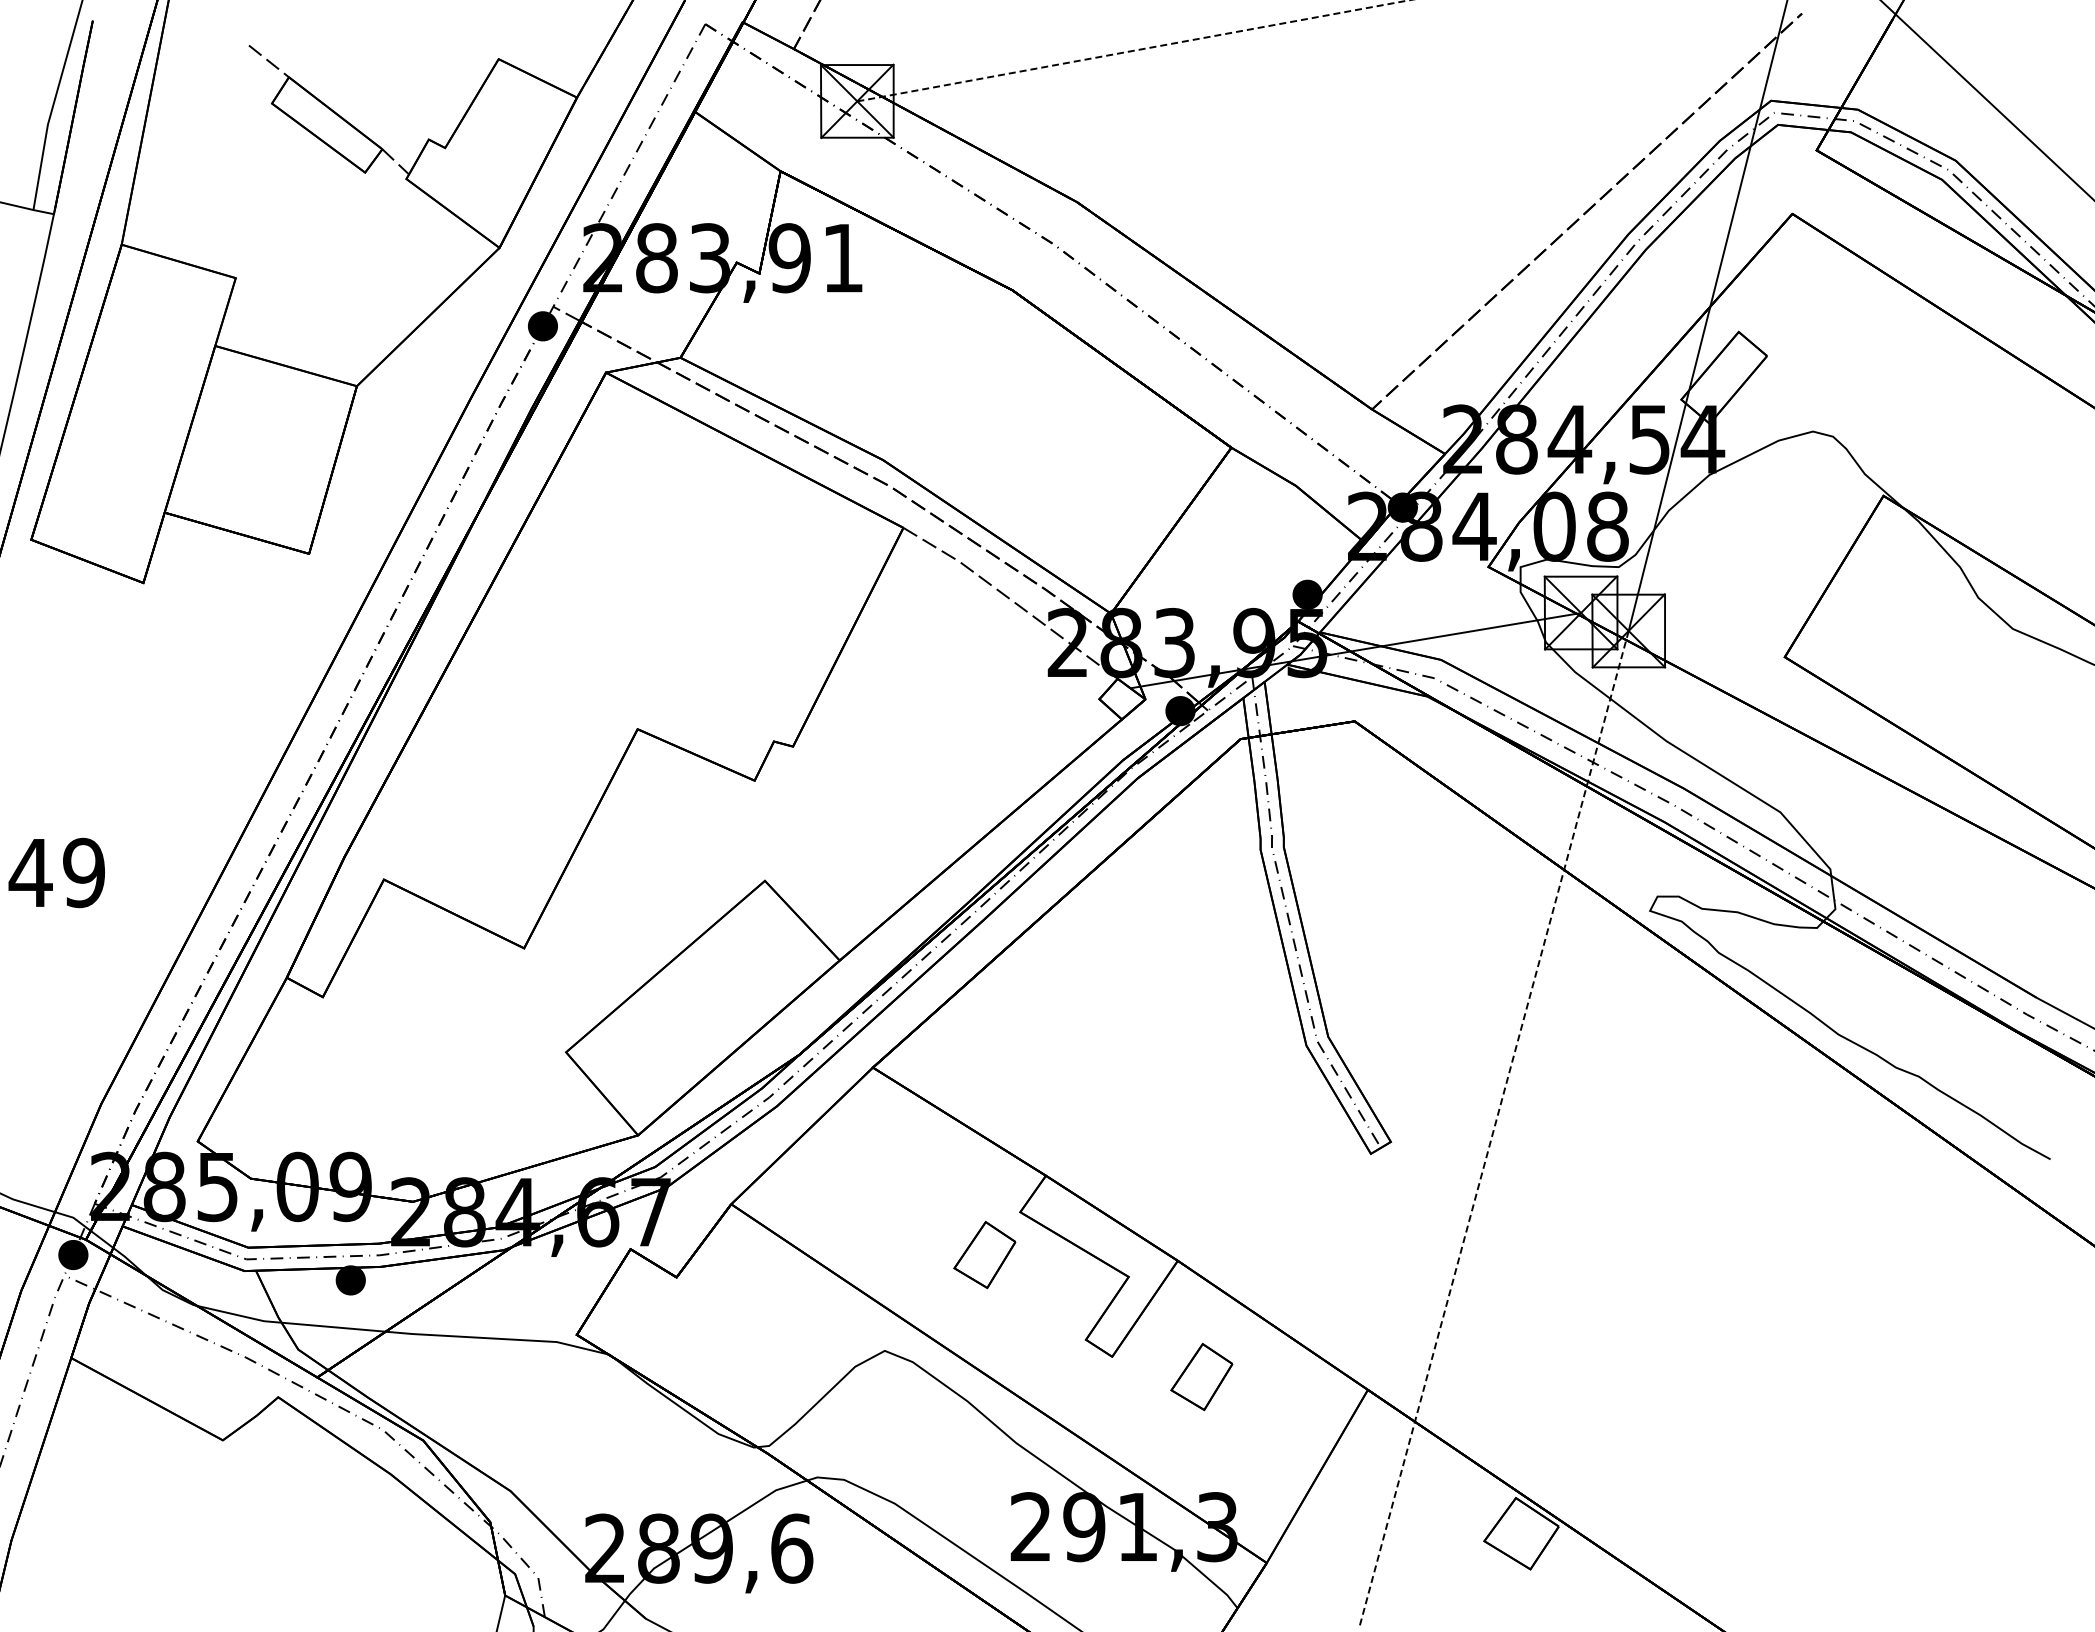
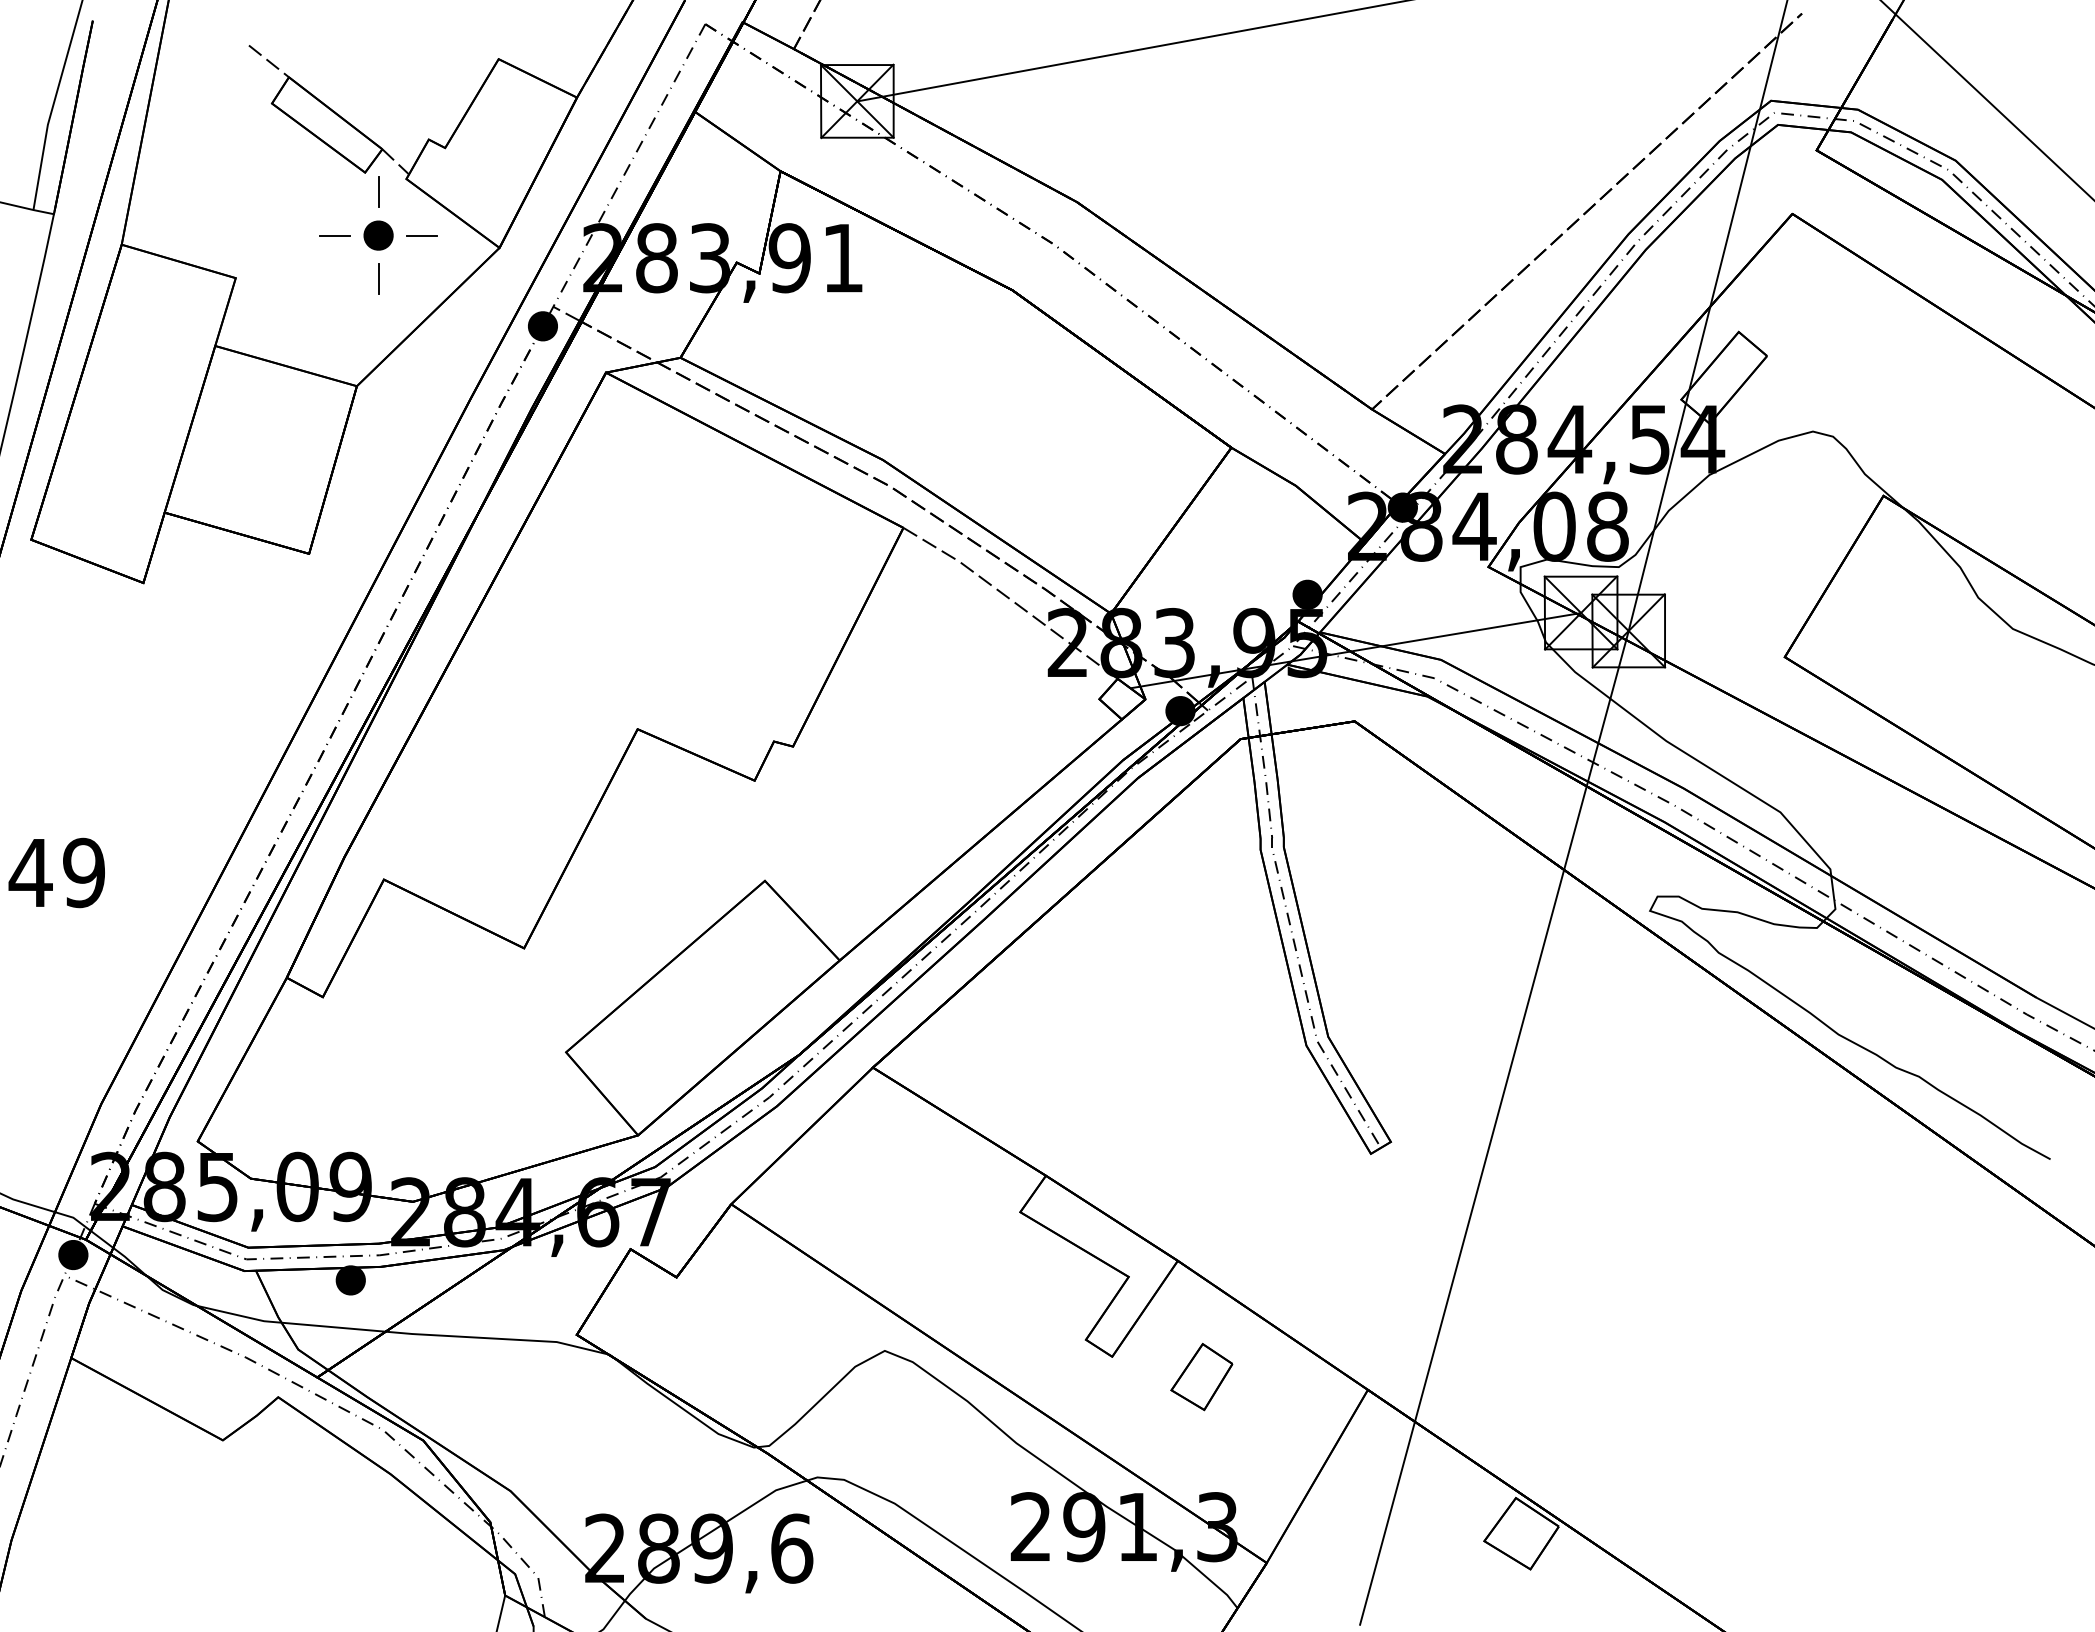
line at (1134, 50): dashed -> solid
part at (378, 235): none -> present
line at (1494, 1128): dashed -> solid
part at (984, 1254): present -> none
